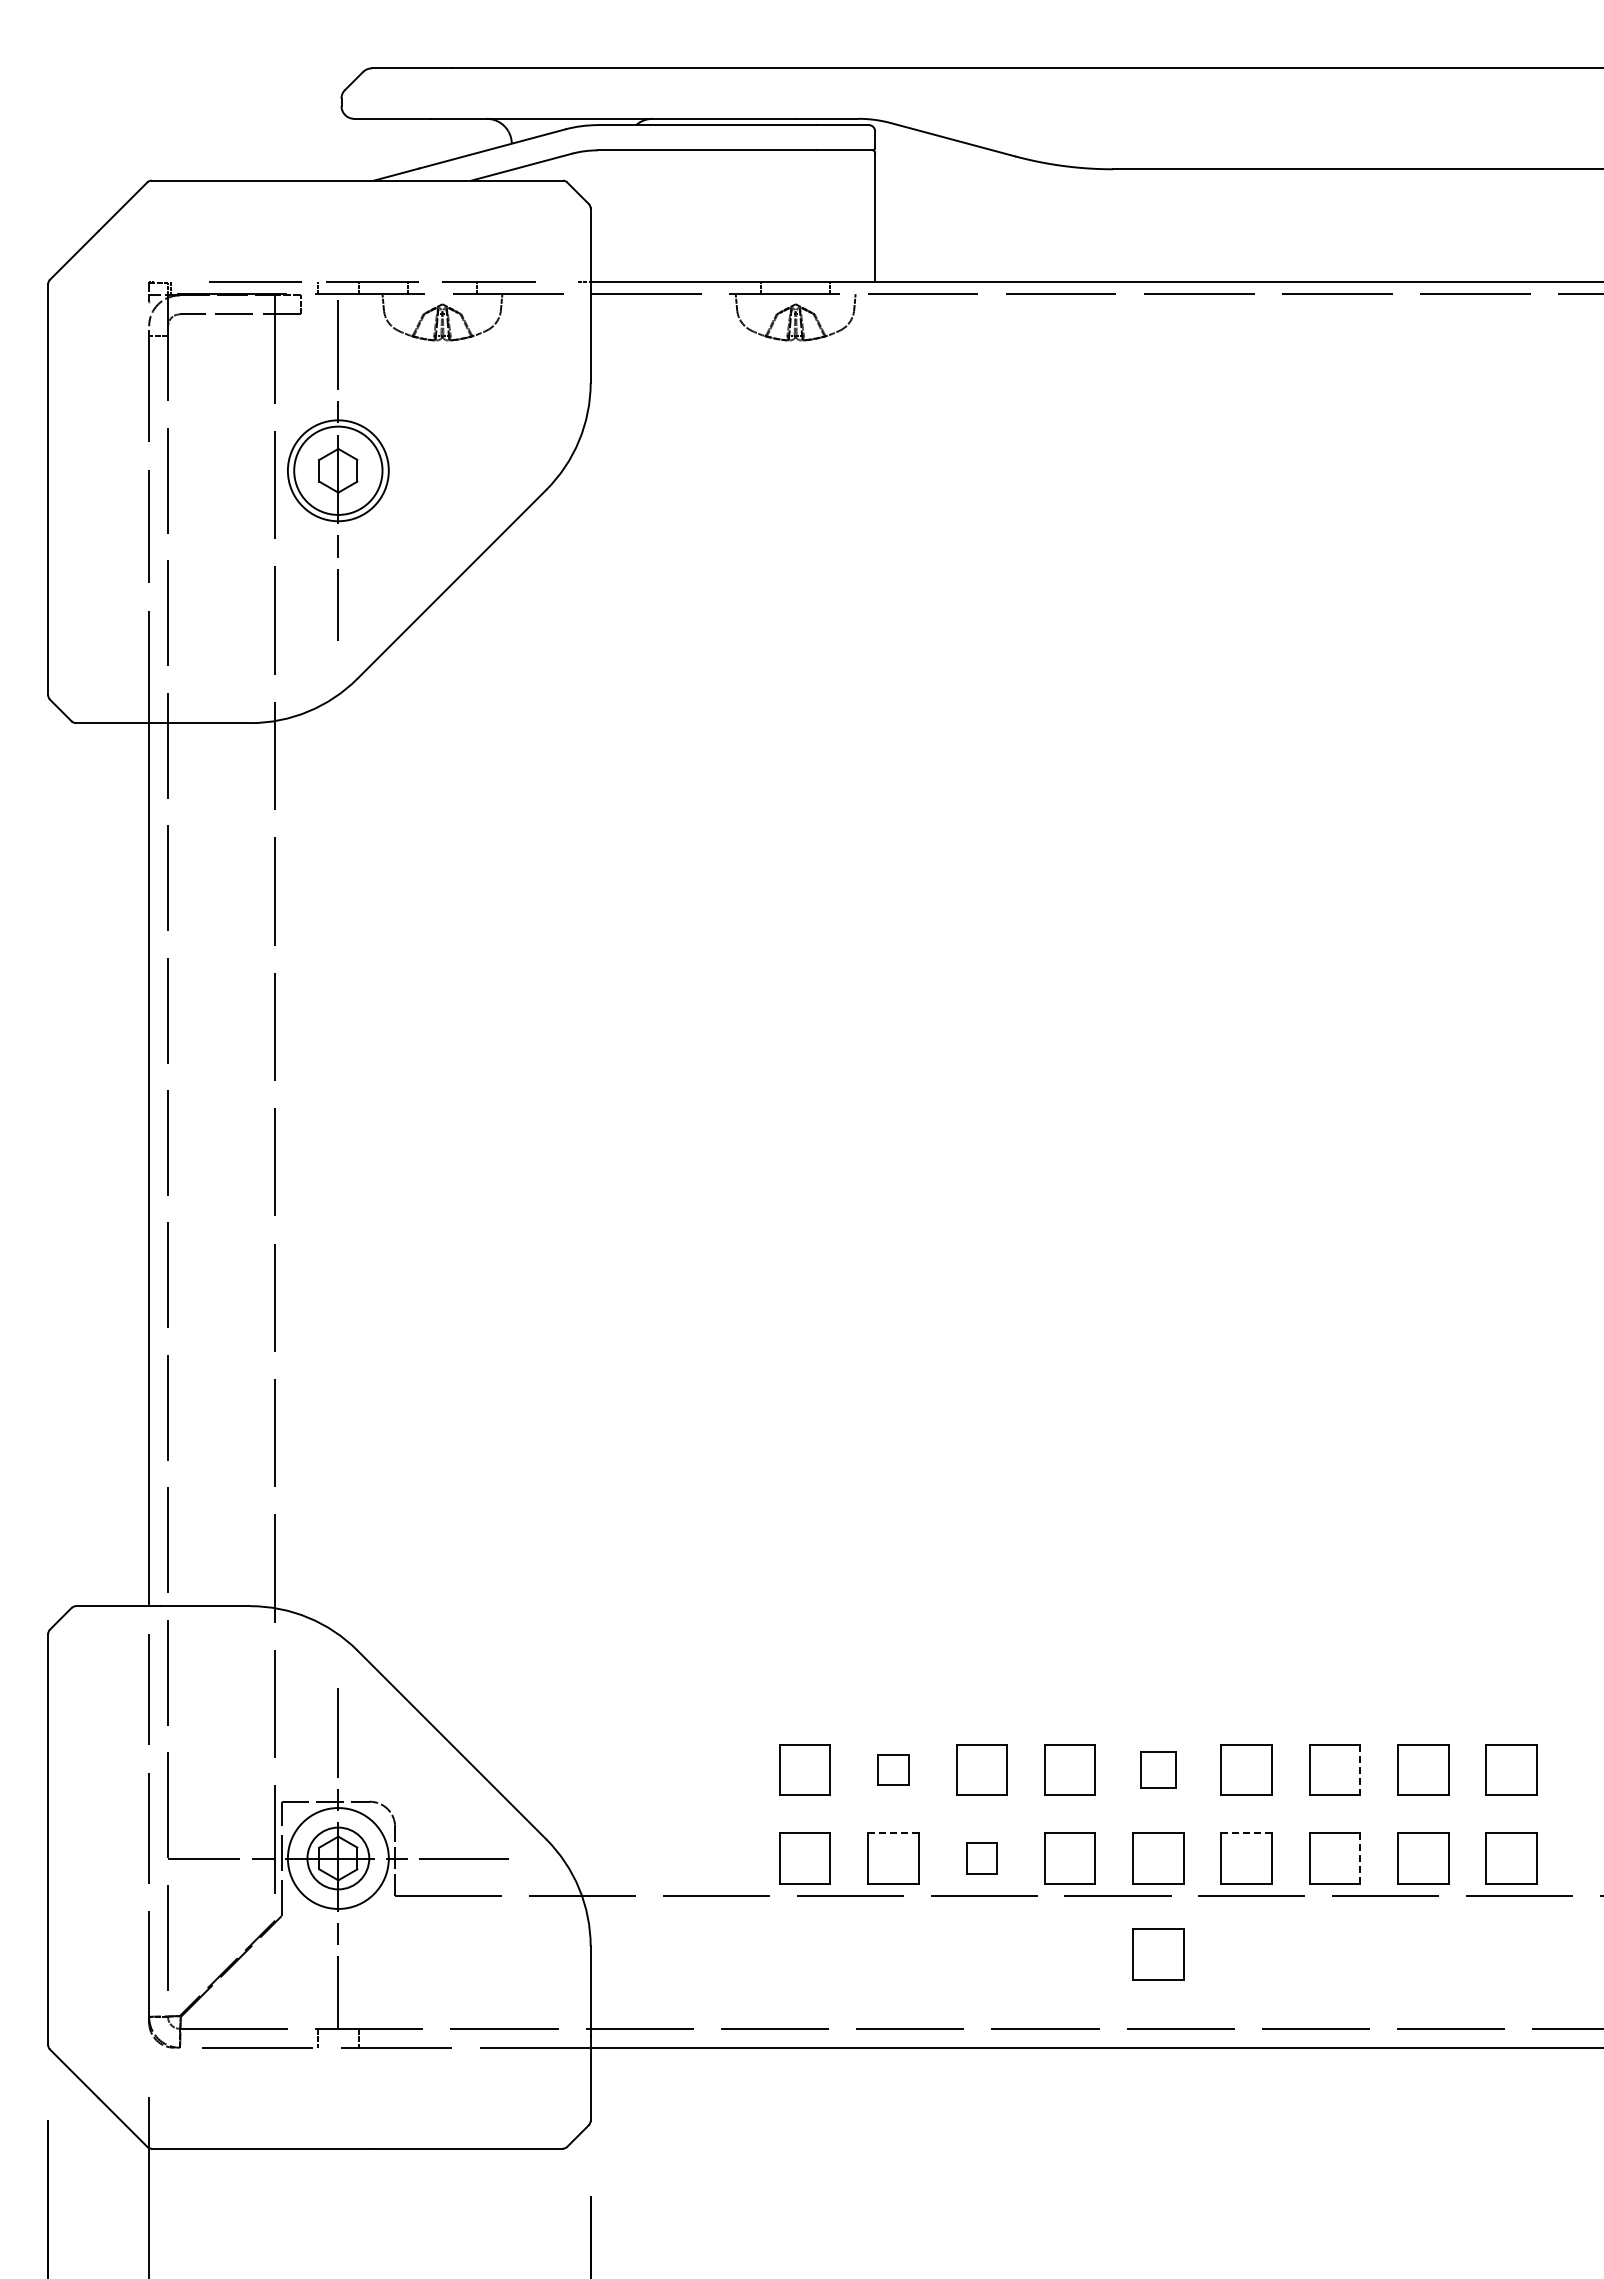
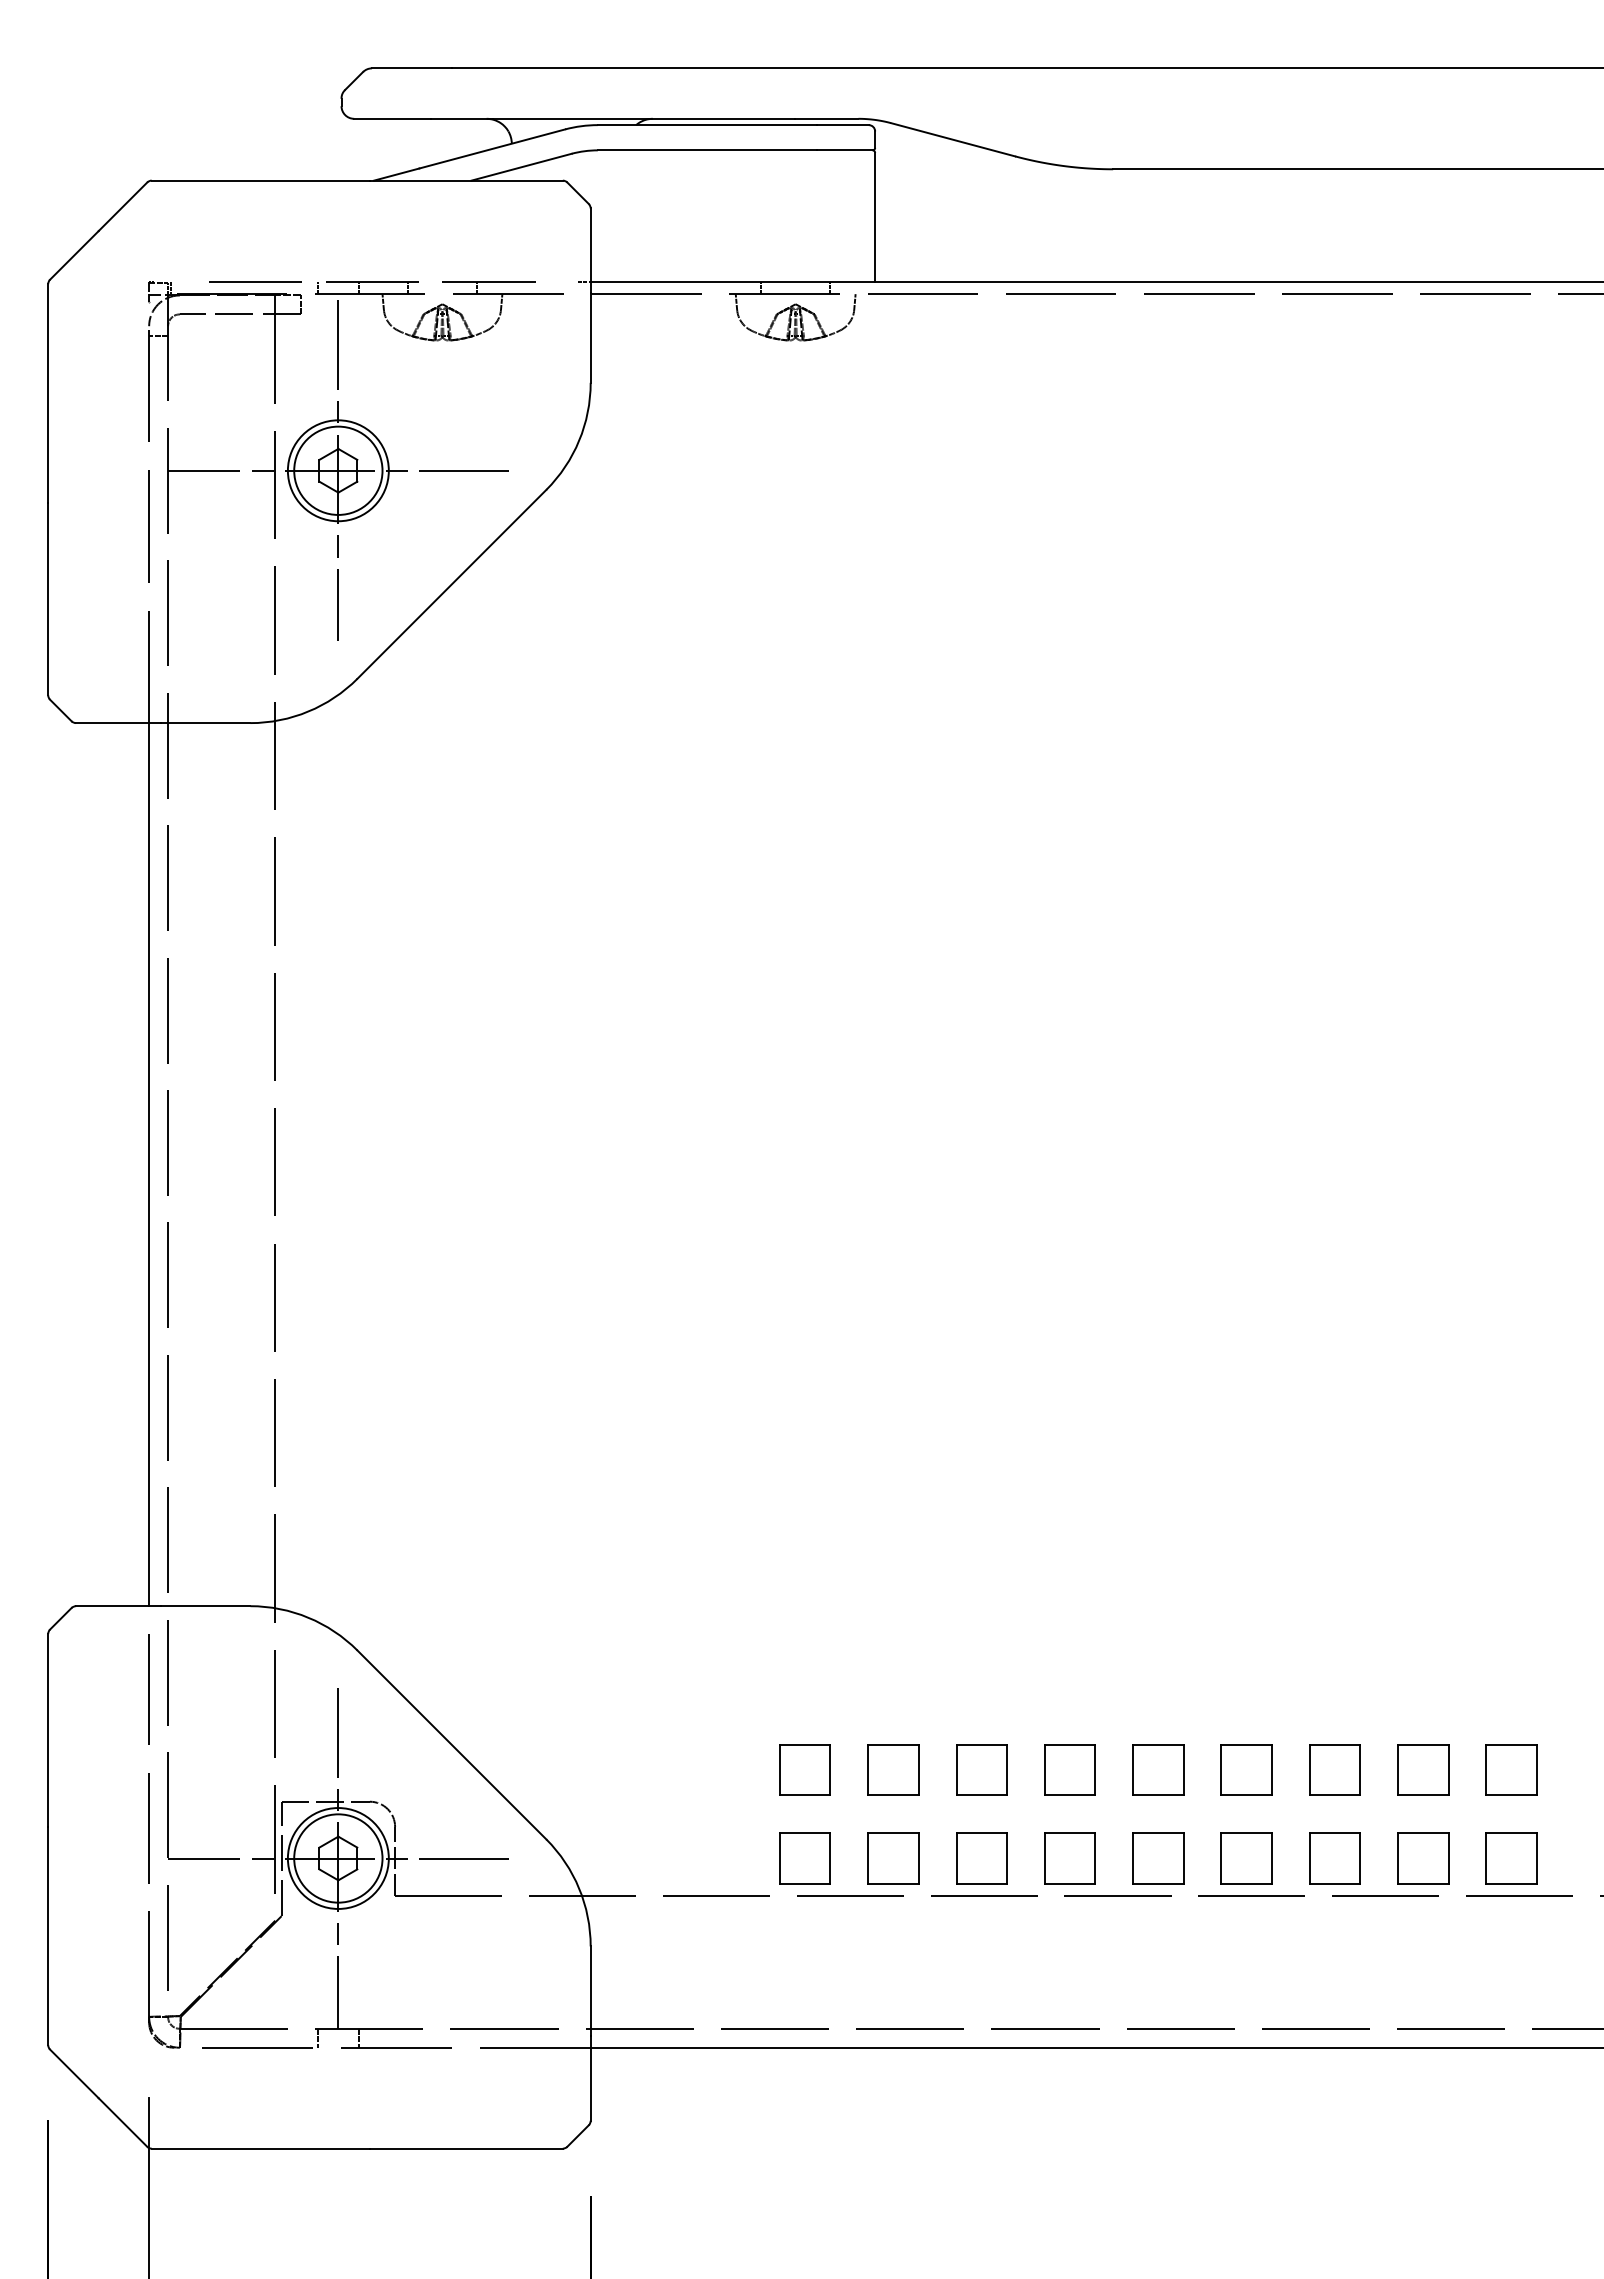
line at (338, 470): none -> present
part at (893, 1769) size: 33x32 px -> 53x52 px
part at (1158, 1769) size: 37x38 px -> 53x52 px
line at (1360, 1770): dashed -> solid
line at (893, 1833): dashed -> solid
line at (1247, 1833): dashed -> solid
circle at (338, 1858) diameter: 62 px -> 88 px
part at (981, 1858) size: 32x33 px -> 52x53 px
line at (1360, 1859): dashed -> solid
part at (1158, 1954): present -> none
